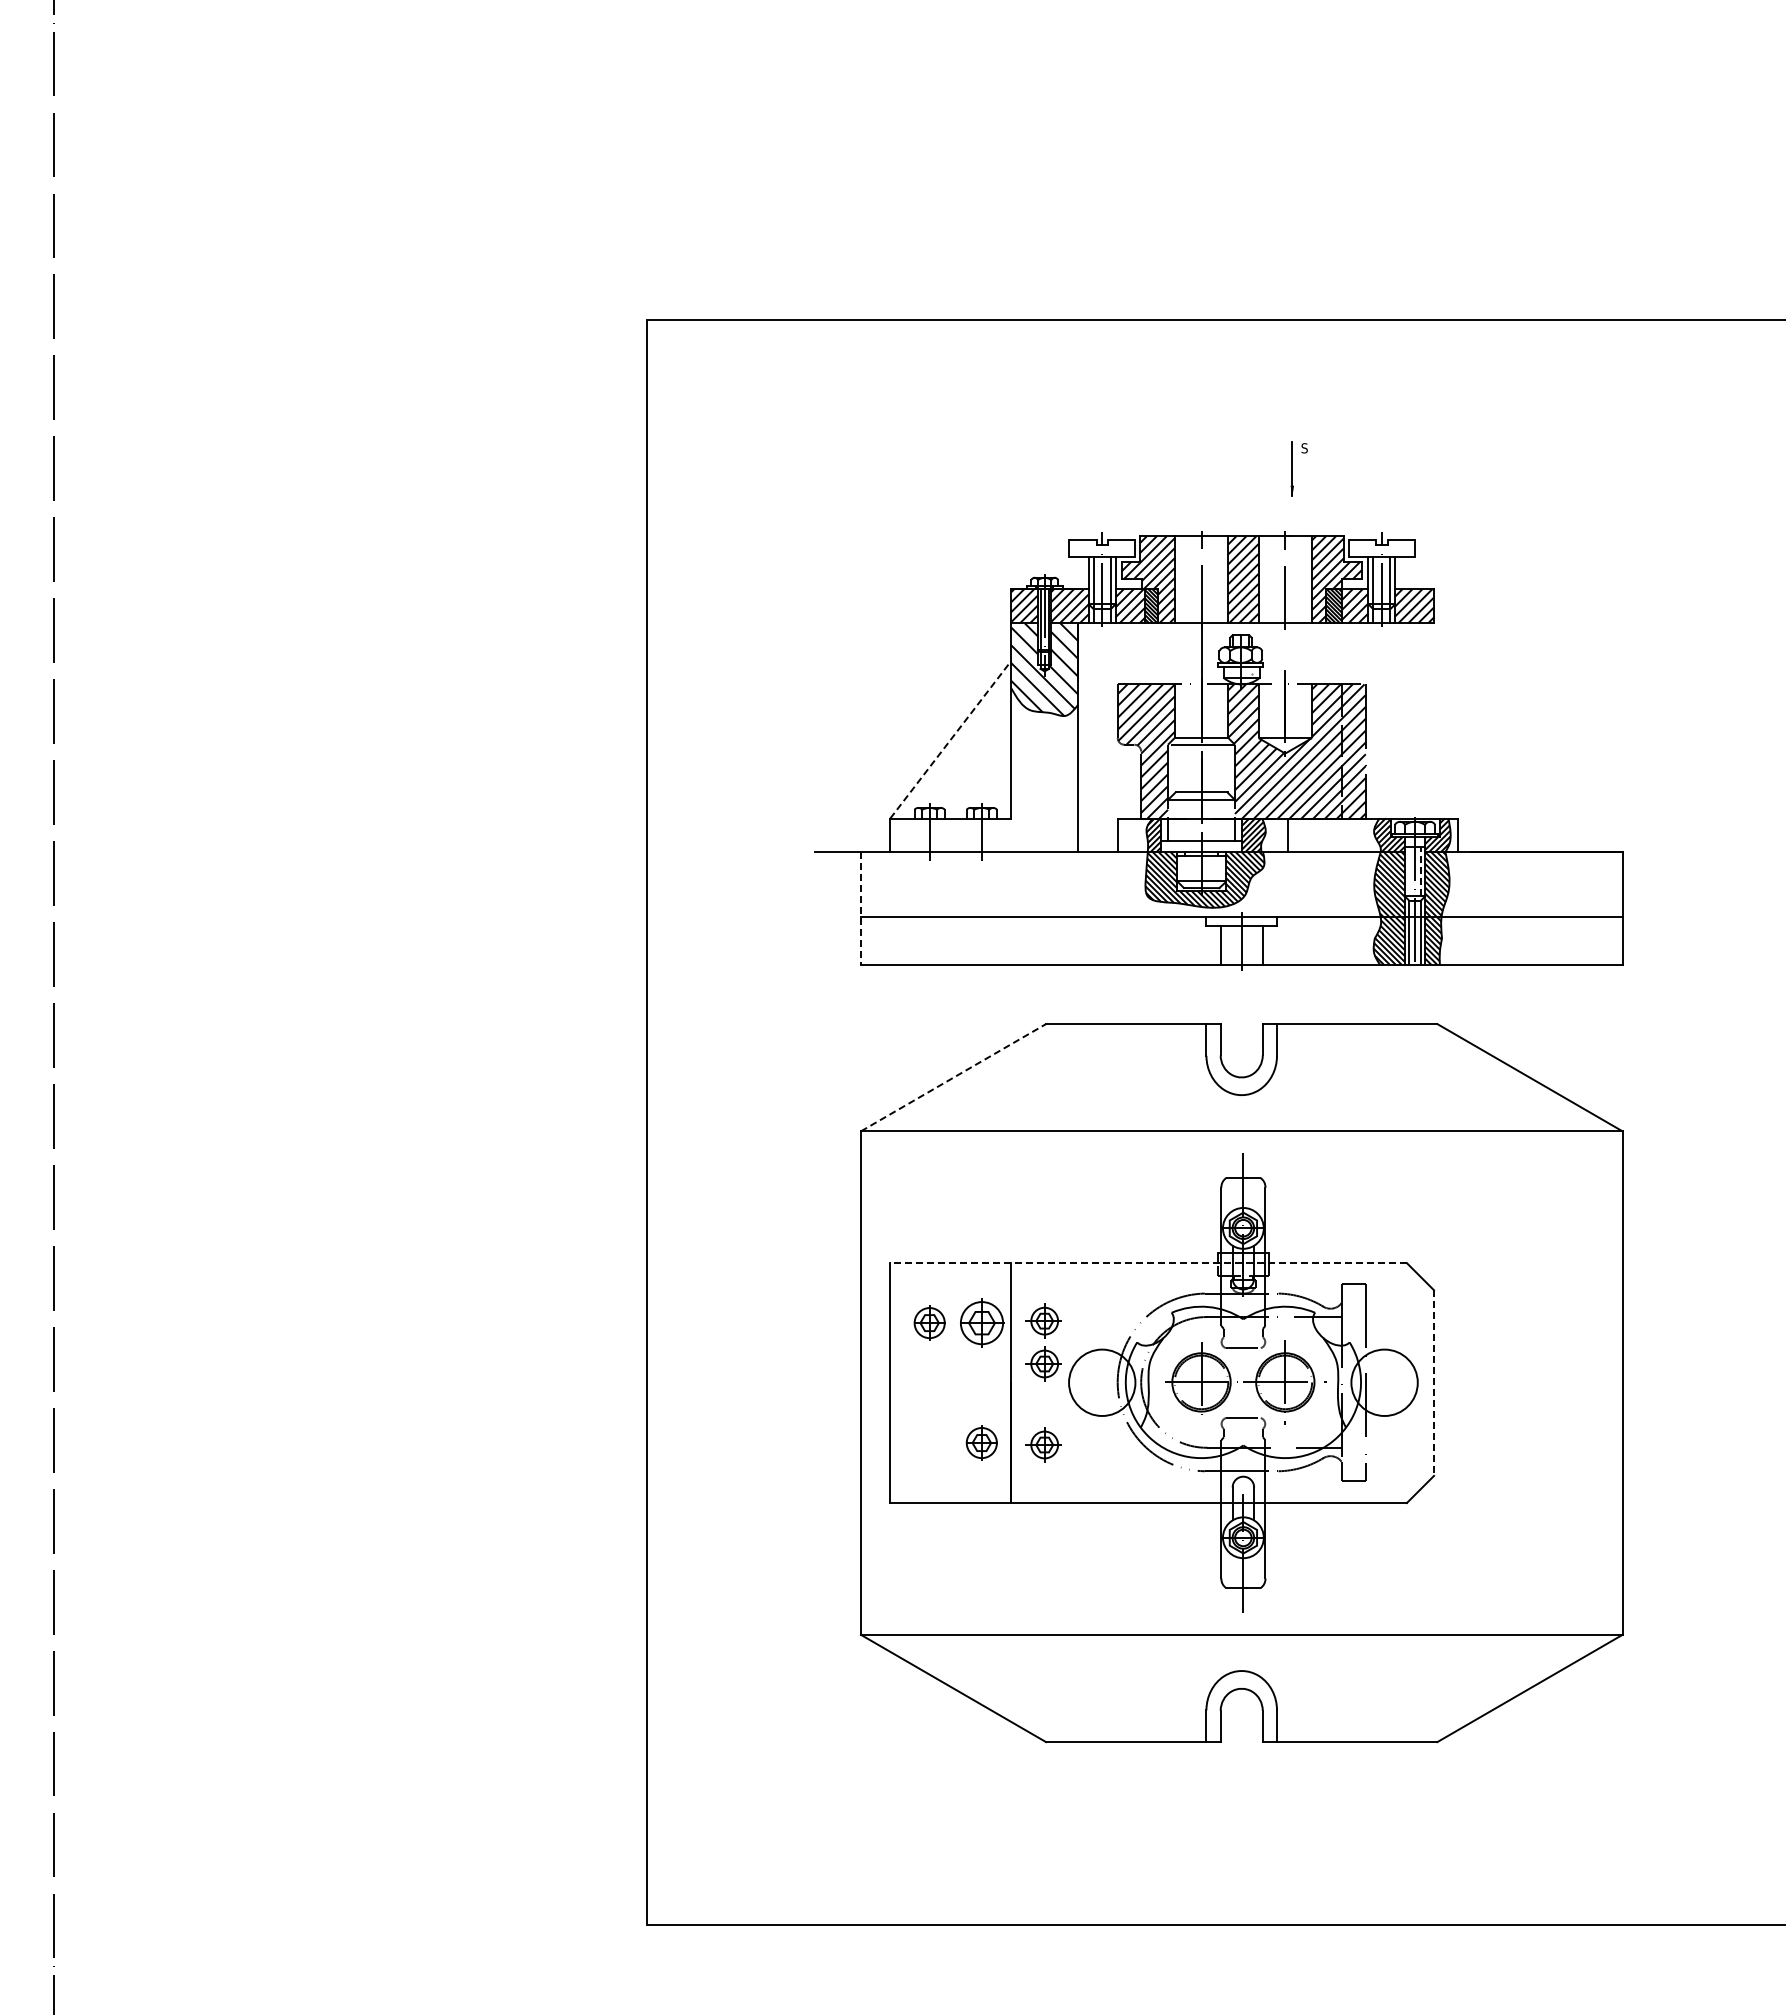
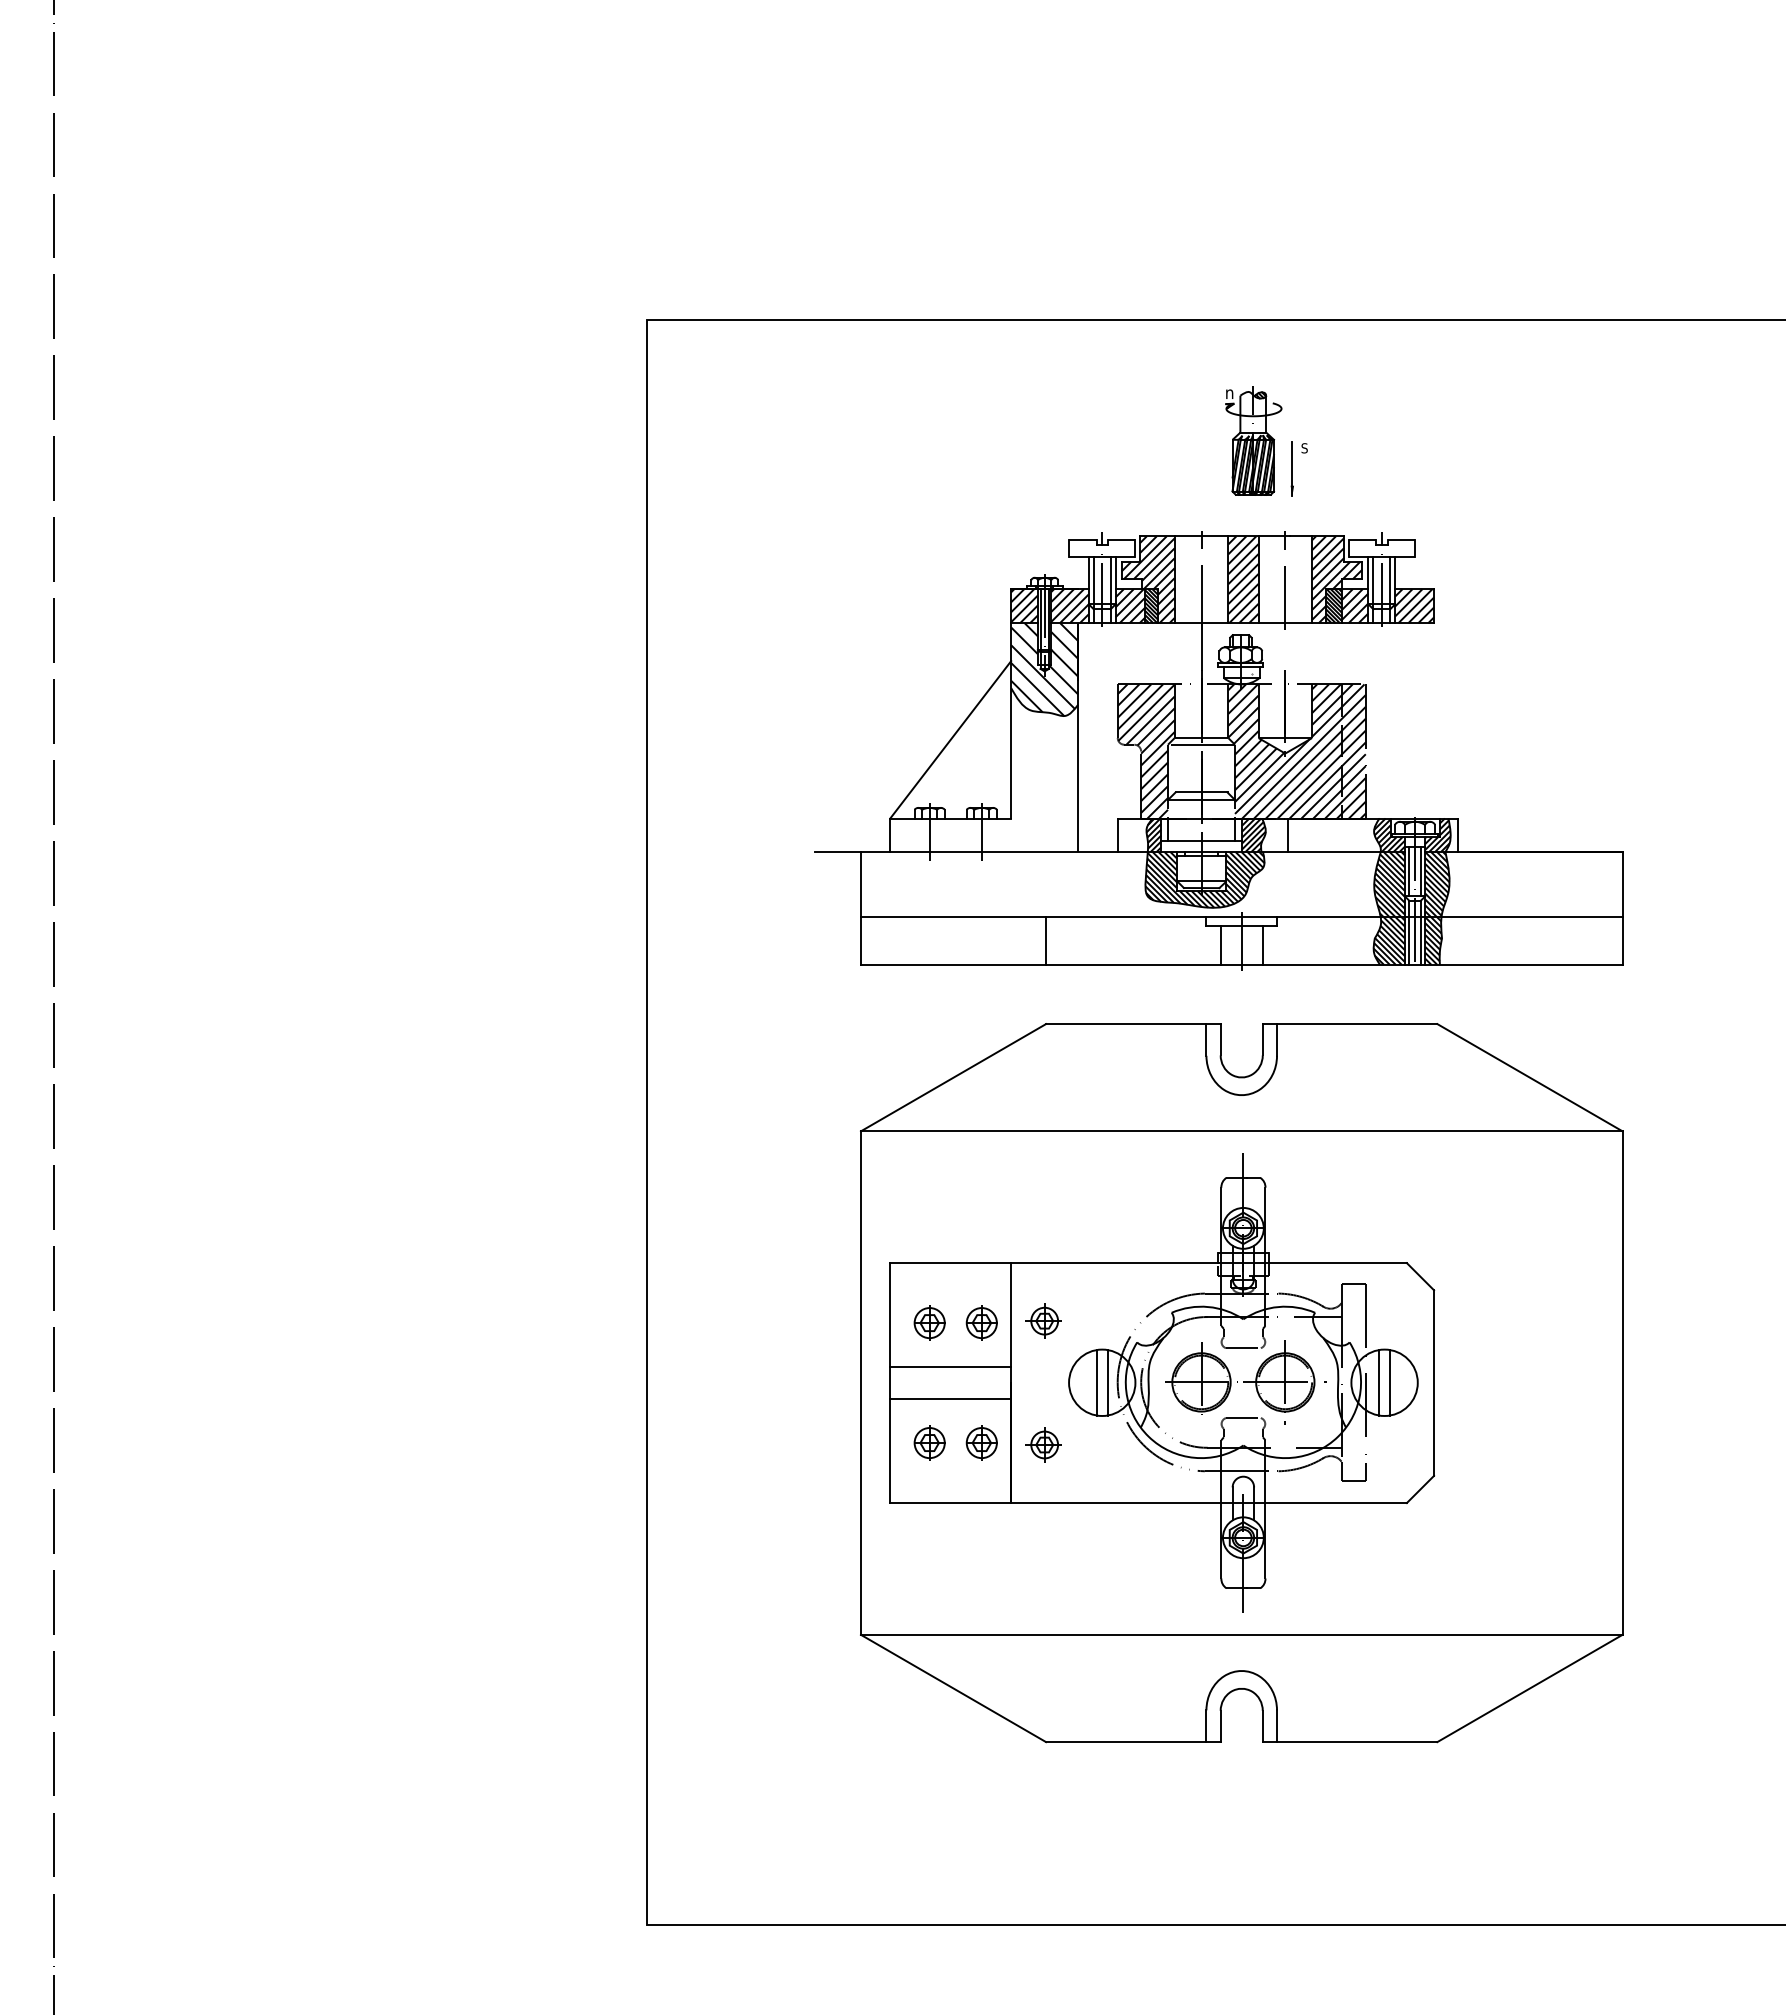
part at (1266, 440): none -> present
line at (951, 739): dashed -> solid
line at (1409, 871): none -> present
line at (1420, 871): dashed -> solid
line at (860, 909): dashed -> solid
line at (1046, 940): none -> present
line at (953, 1077): dashed -> solid
line at (1148, 1263): dashed -> solid
part at (982, 1322) size: 45x50 px -> 33x36 px
part at (1043, 1363): present -> none
line at (950, 1367): none -> present
line at (1096, 1382): none -> present
line at (1107, 1382): none -> present
line at (1378, 1382): none -> present
line at (1390, 1382): none -> present
line at (1434, 1383): dashed -> solid
line at (950, 1399): none -> present
part at (929, 1442): none -> present
